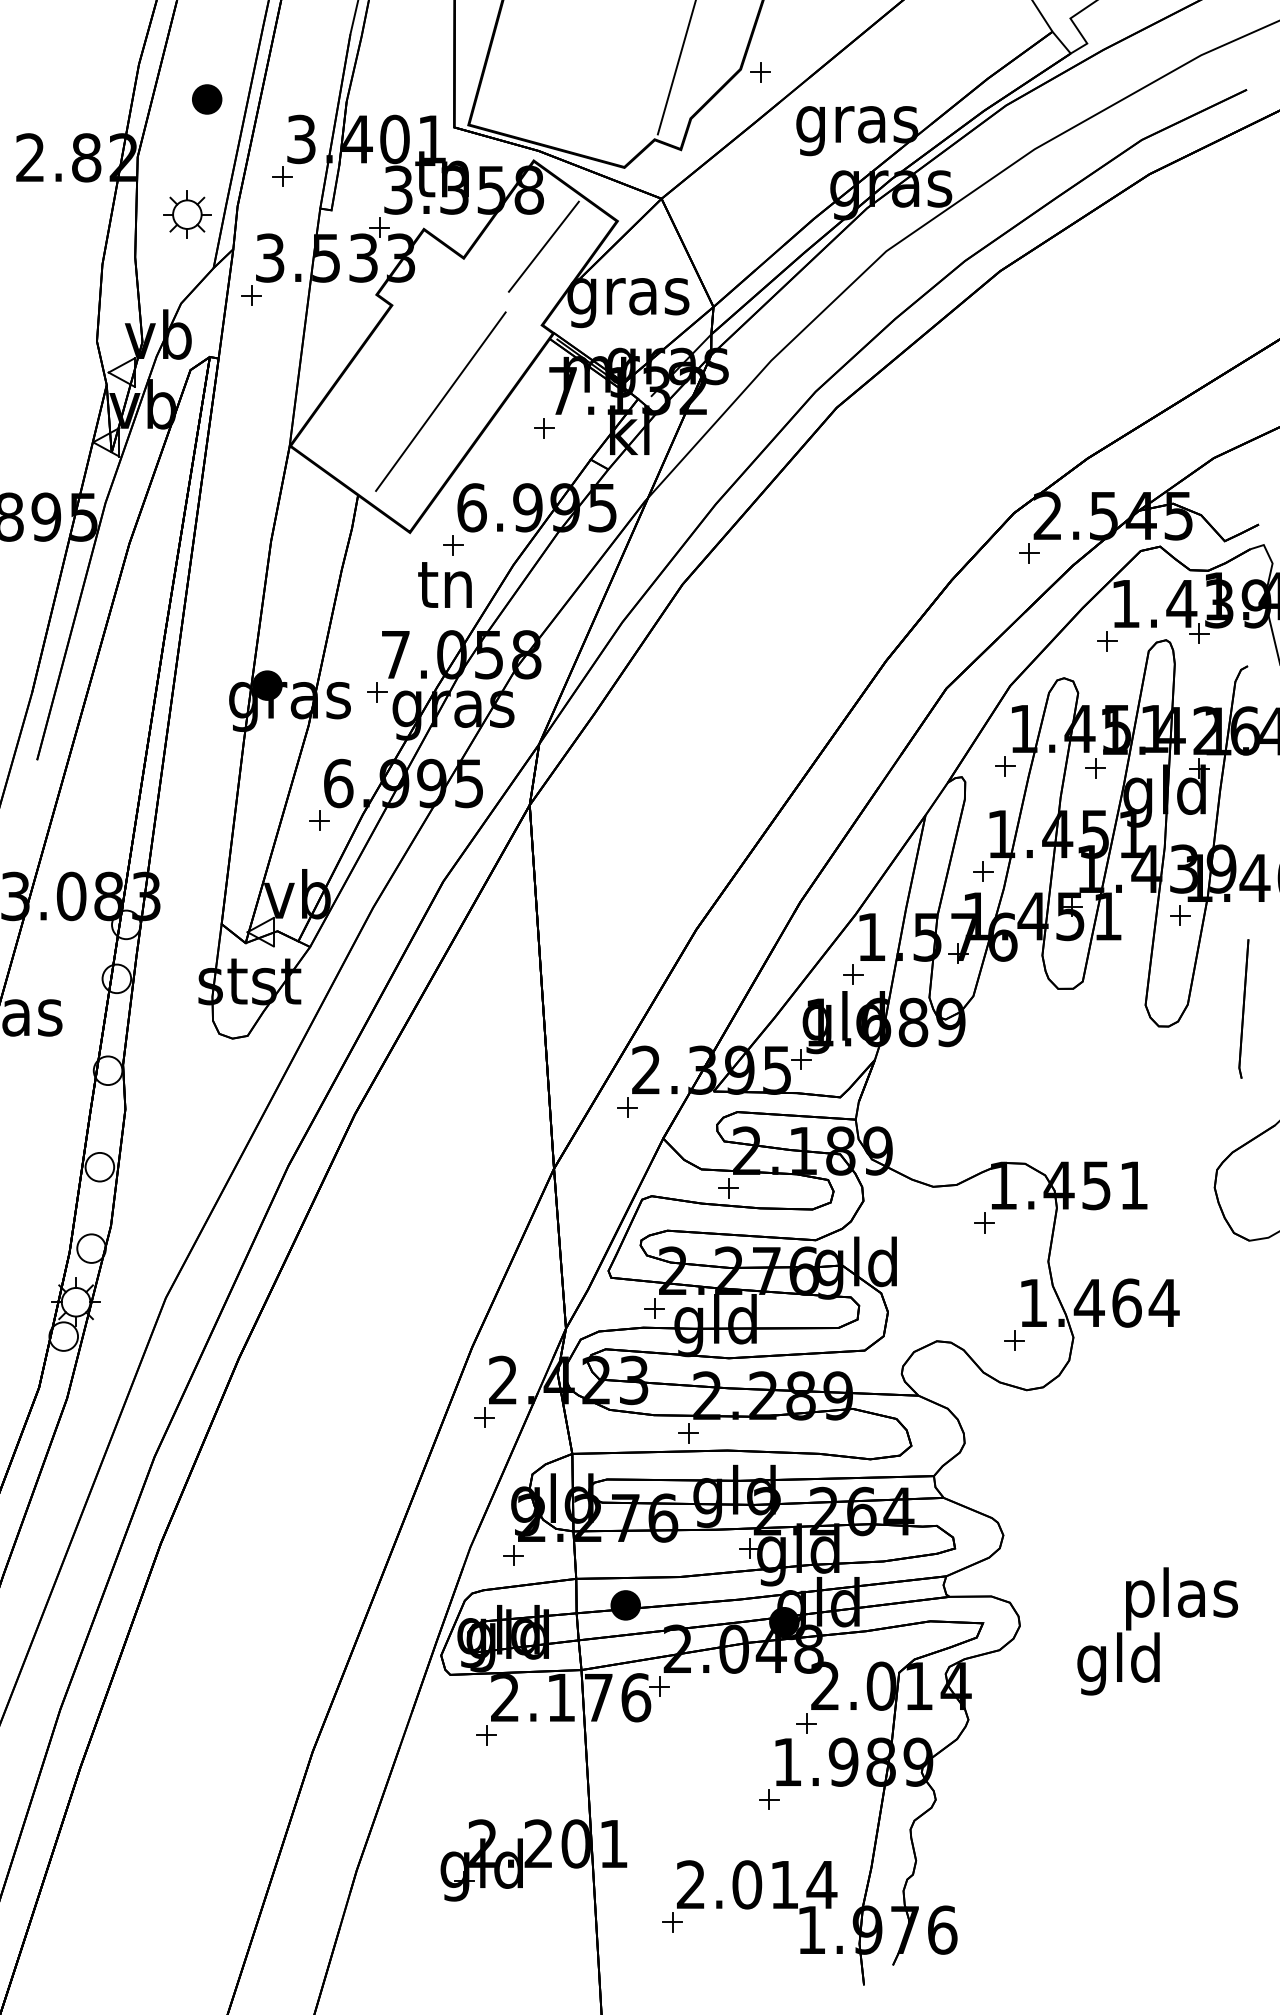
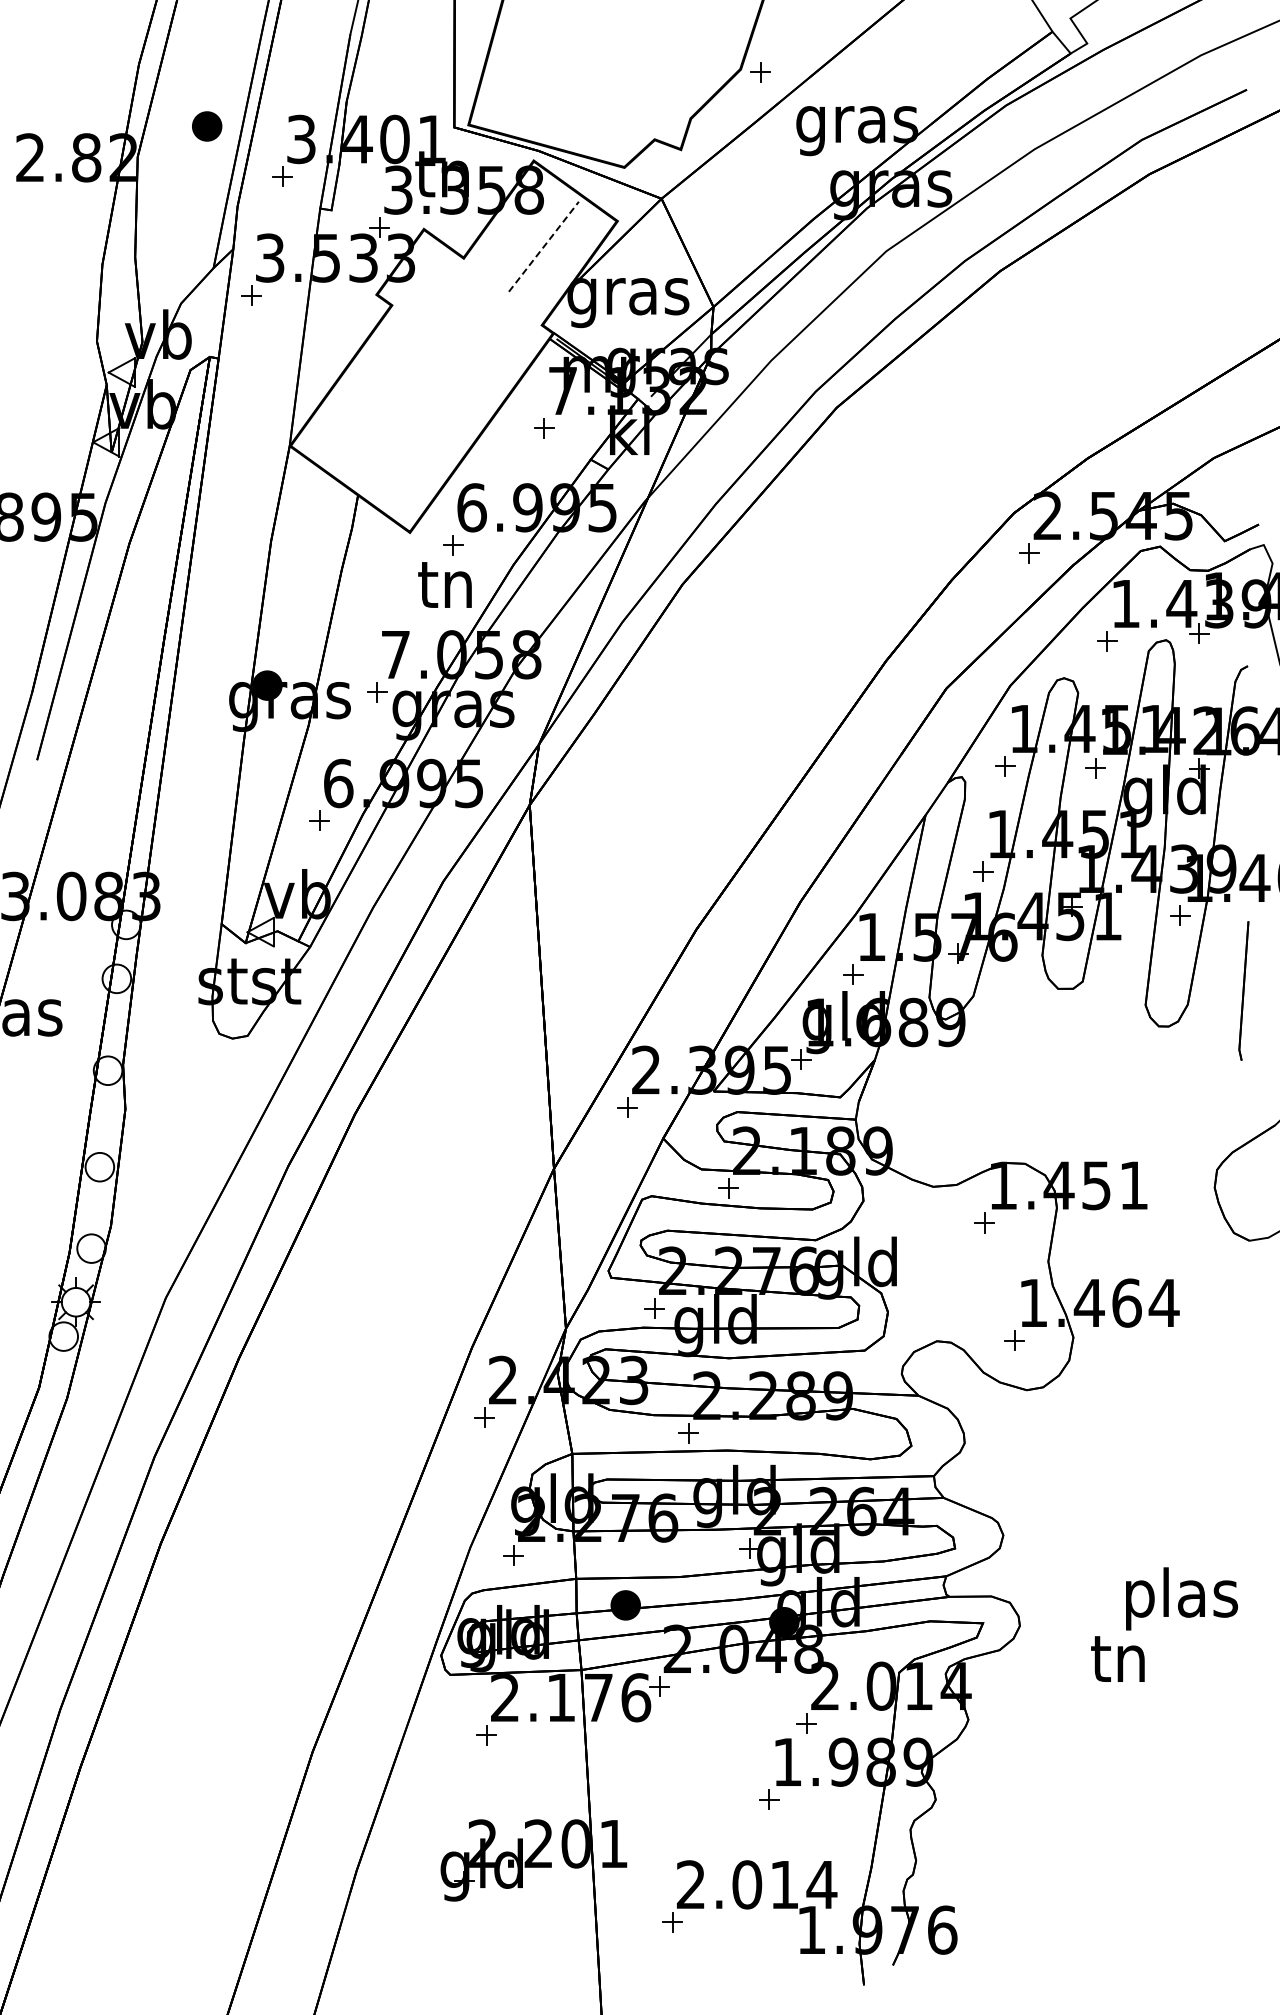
line at (676, 68): present -> none
part at (207, 99) position: (207, 99) -> (207, 126)
part at (187, 214): present -> none
line at (543, 246): solid -> dashed
line at (440, 401): present -> none
part at (1243, 1008) position: (1243, 1008) -> (1243, 990)
text at (1118, 1663): gld -> tn
